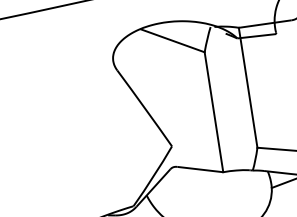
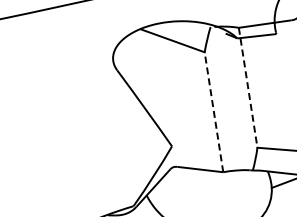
line at (248, 87): solid -> dashed
line at (213, 112): solid -> dashed
